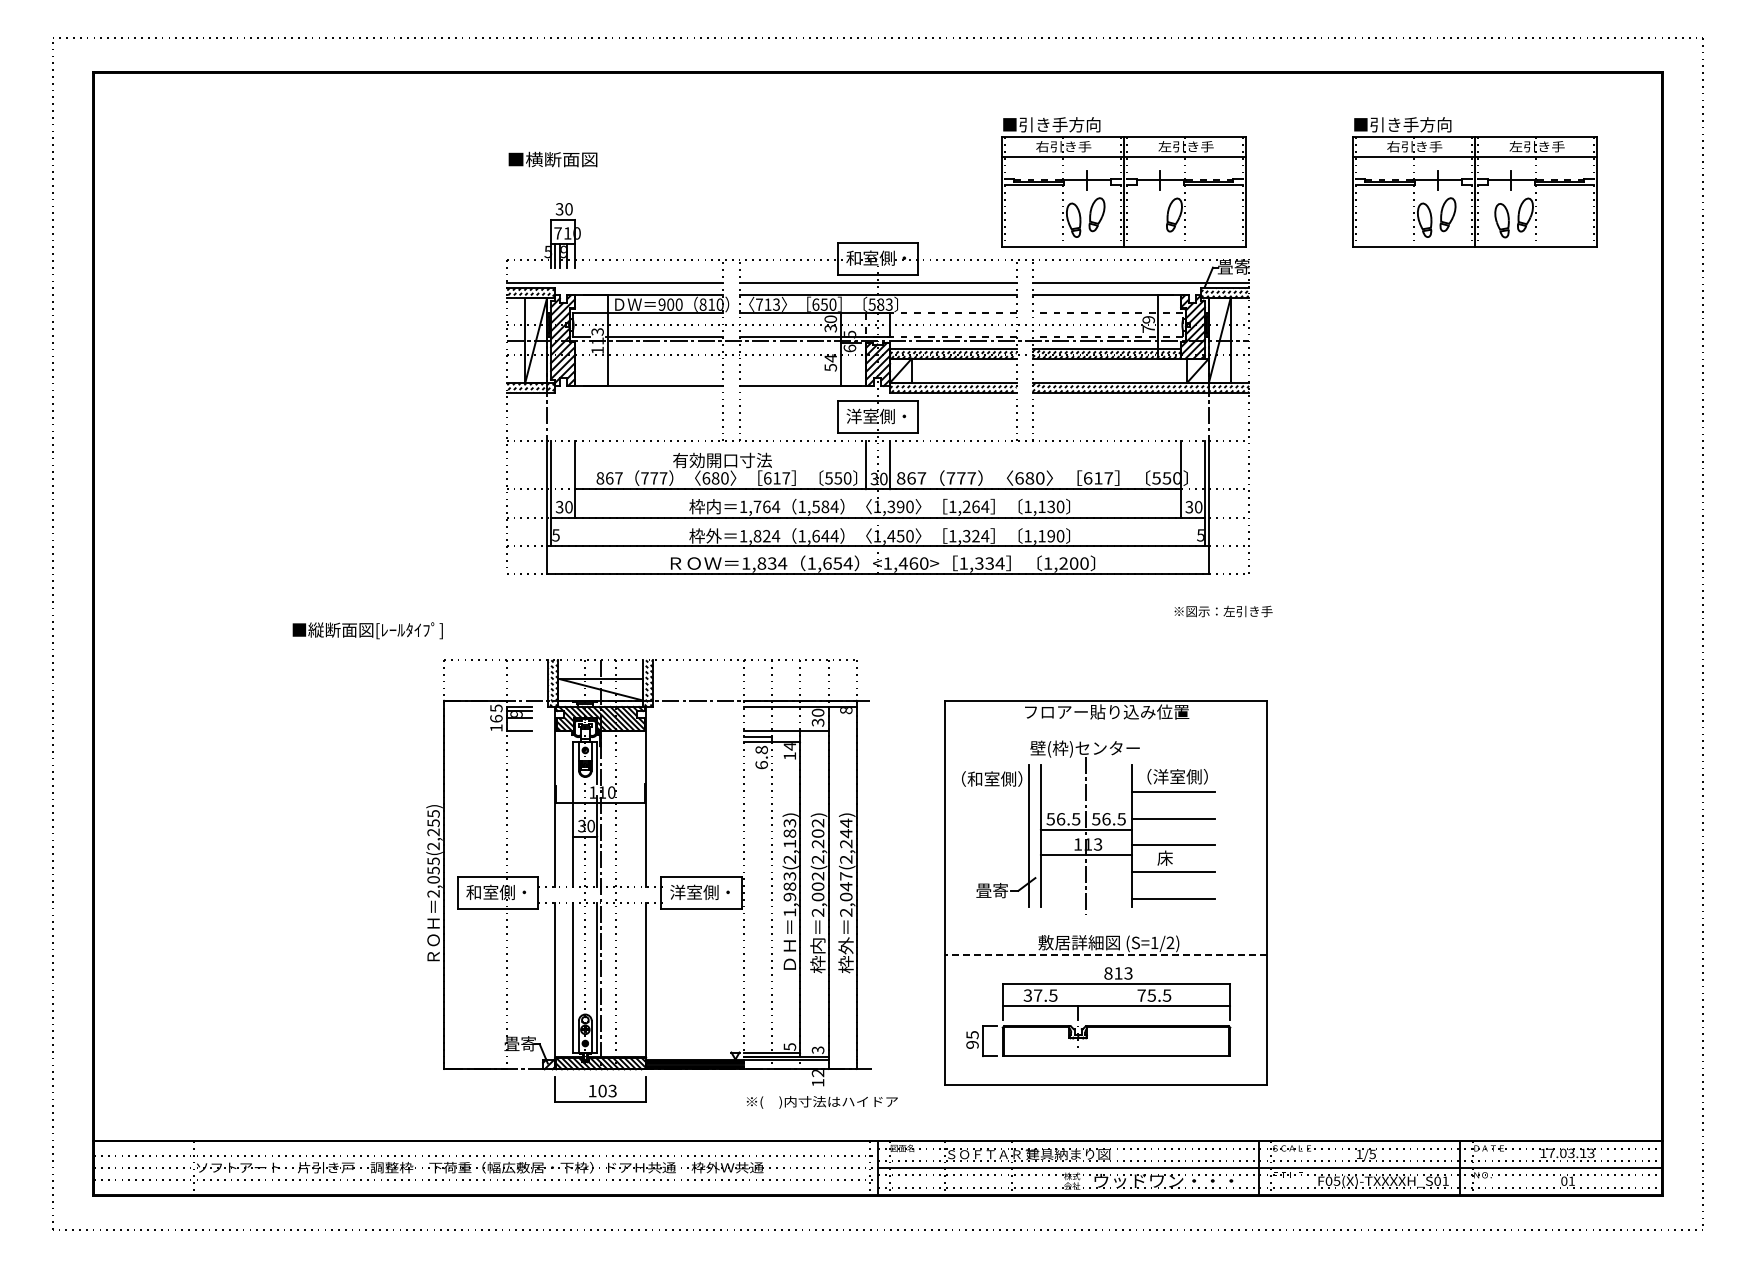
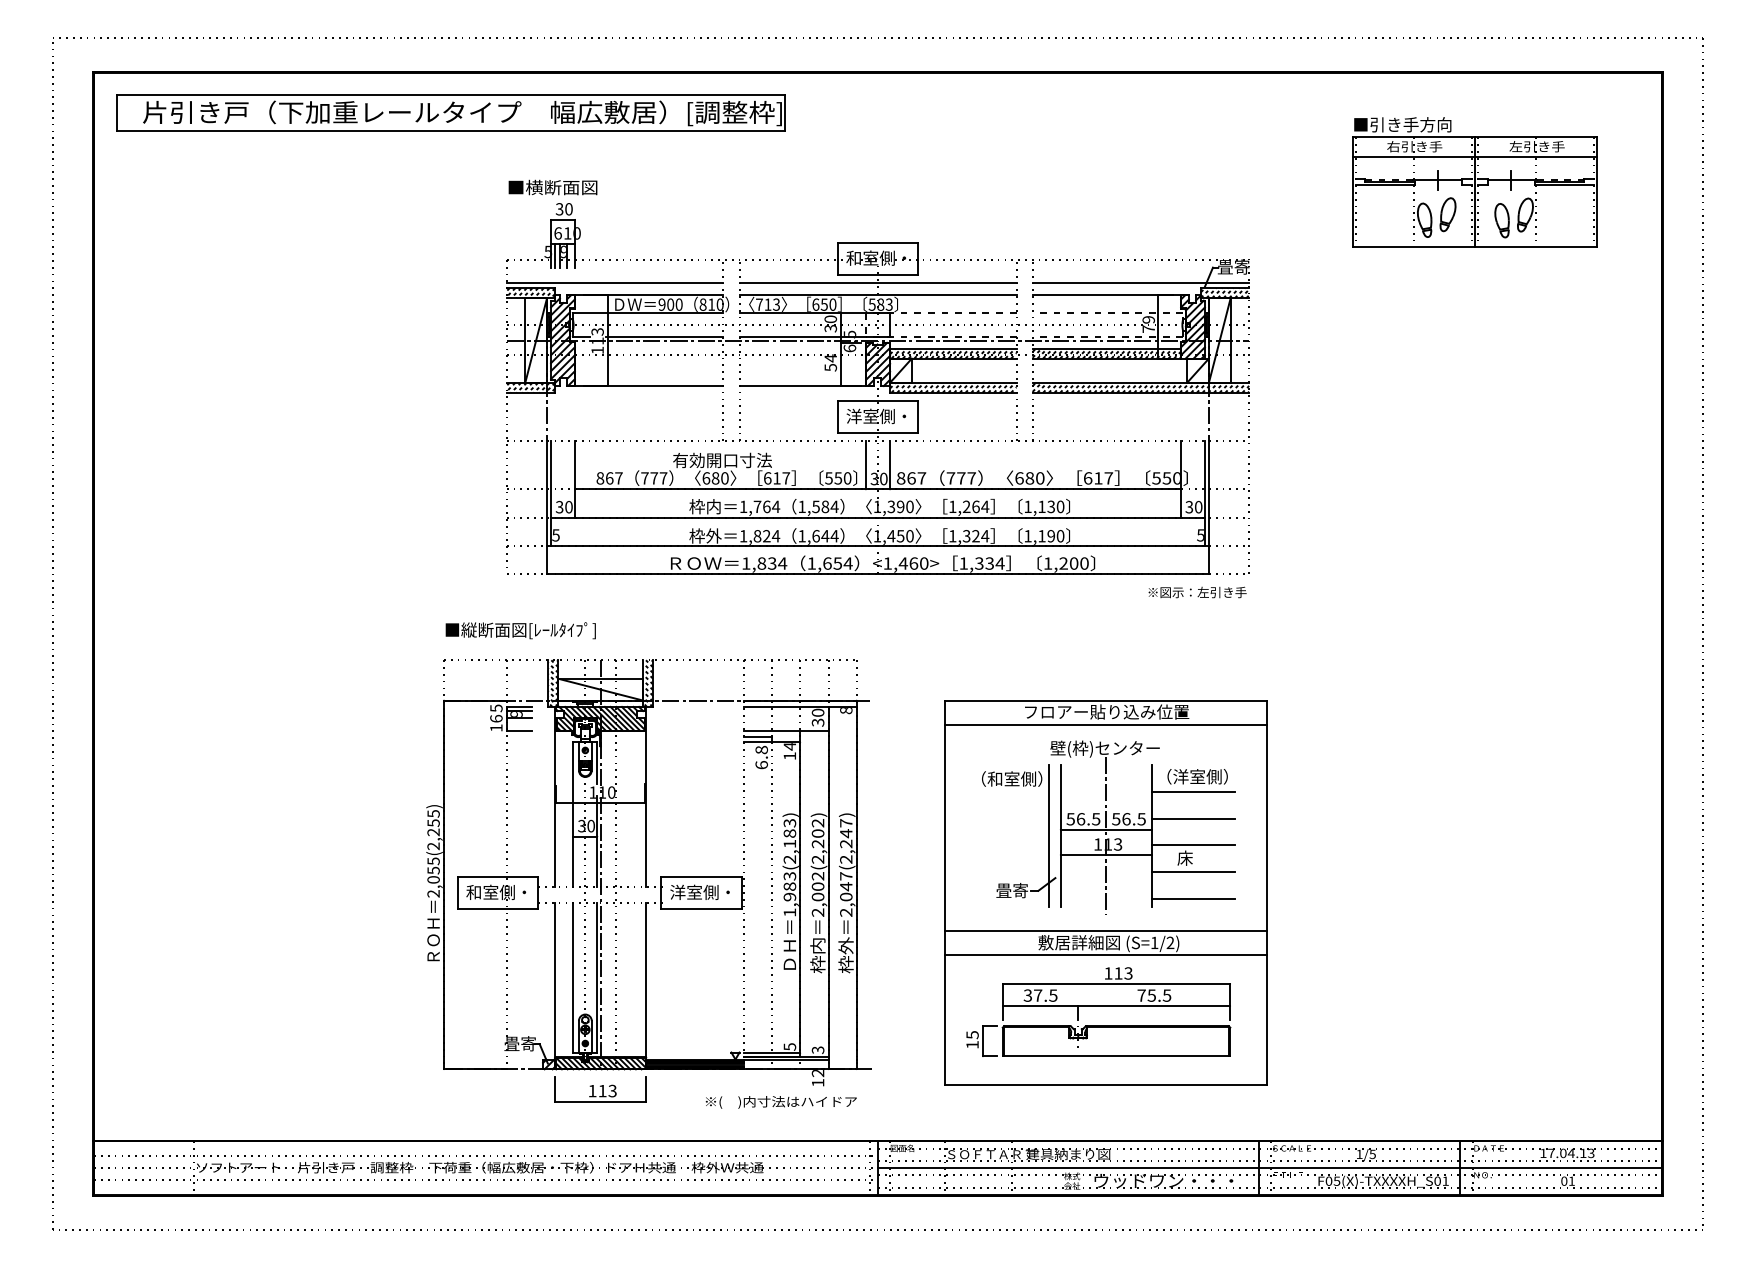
part at (450, 112): none -> present
text at (552, 159) position: (552, 159) -> (552, 187)
part at (1123, 182): present -> none
text at (557, 233): 7 -> 6
text at (1223, 611) position: (1223, 611) -> (1197, 592)
text at (367, 630) position: (367, 630) -> (520, 630)
line at (1106, 724): none -> present
text at (846, 822): 2,047(2,244) -> 2,047(2,247)
part at (1088, 827) position: (1088, 827) -> (1108, 827)
line at (1106, 931): none -> present
line at (1105, 955): dashed -> solid
text at (1108, 973): 813 -> 113
text at (972, 1044): 95 -> 15
text at (602, 1090): 103 -> 113
text at (821, 1102) position: (821, 1102) -> (780, 1102)
text at (1570, 1153): 17.03.13 -> 17.04.13
